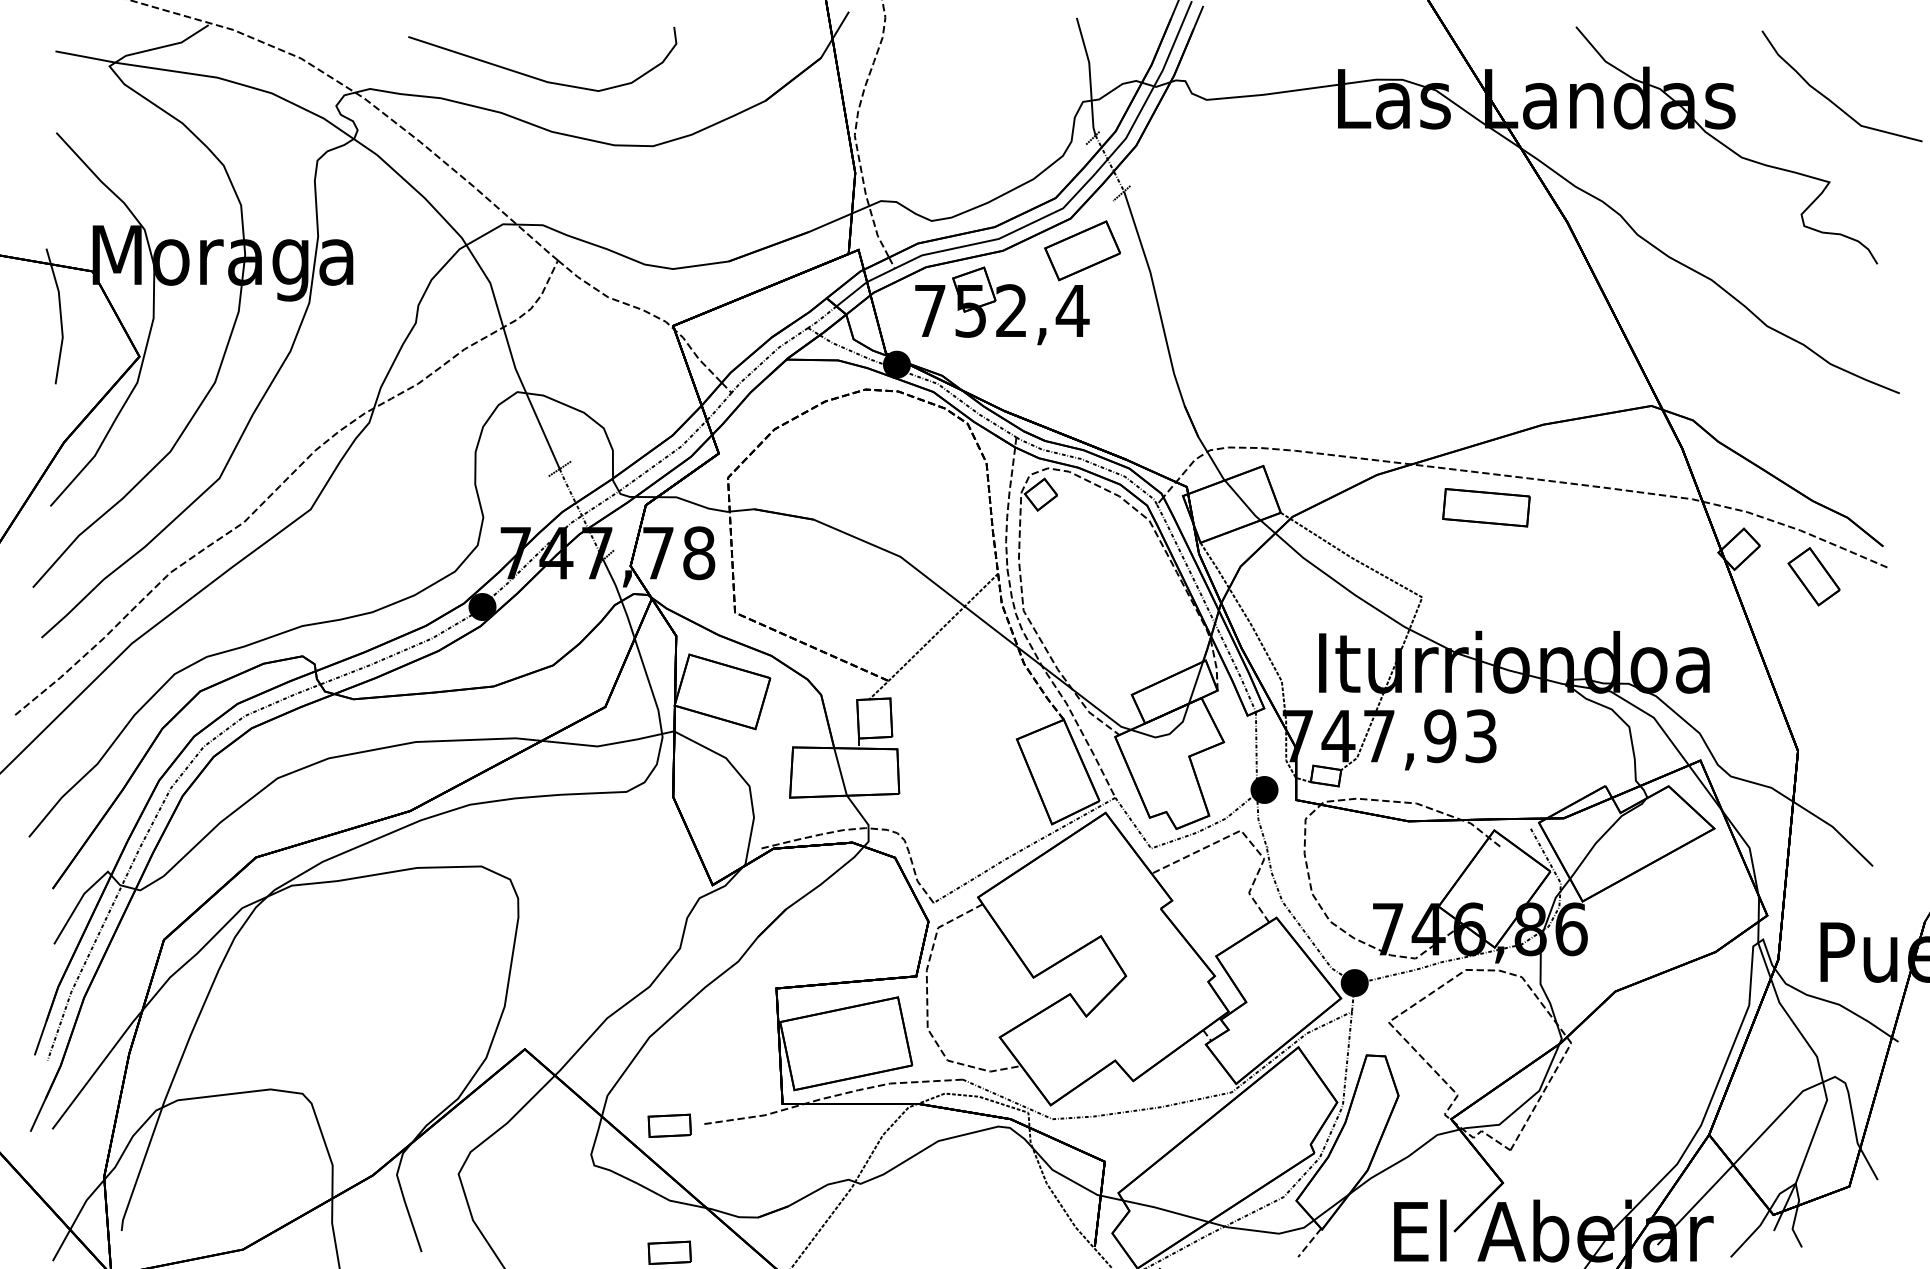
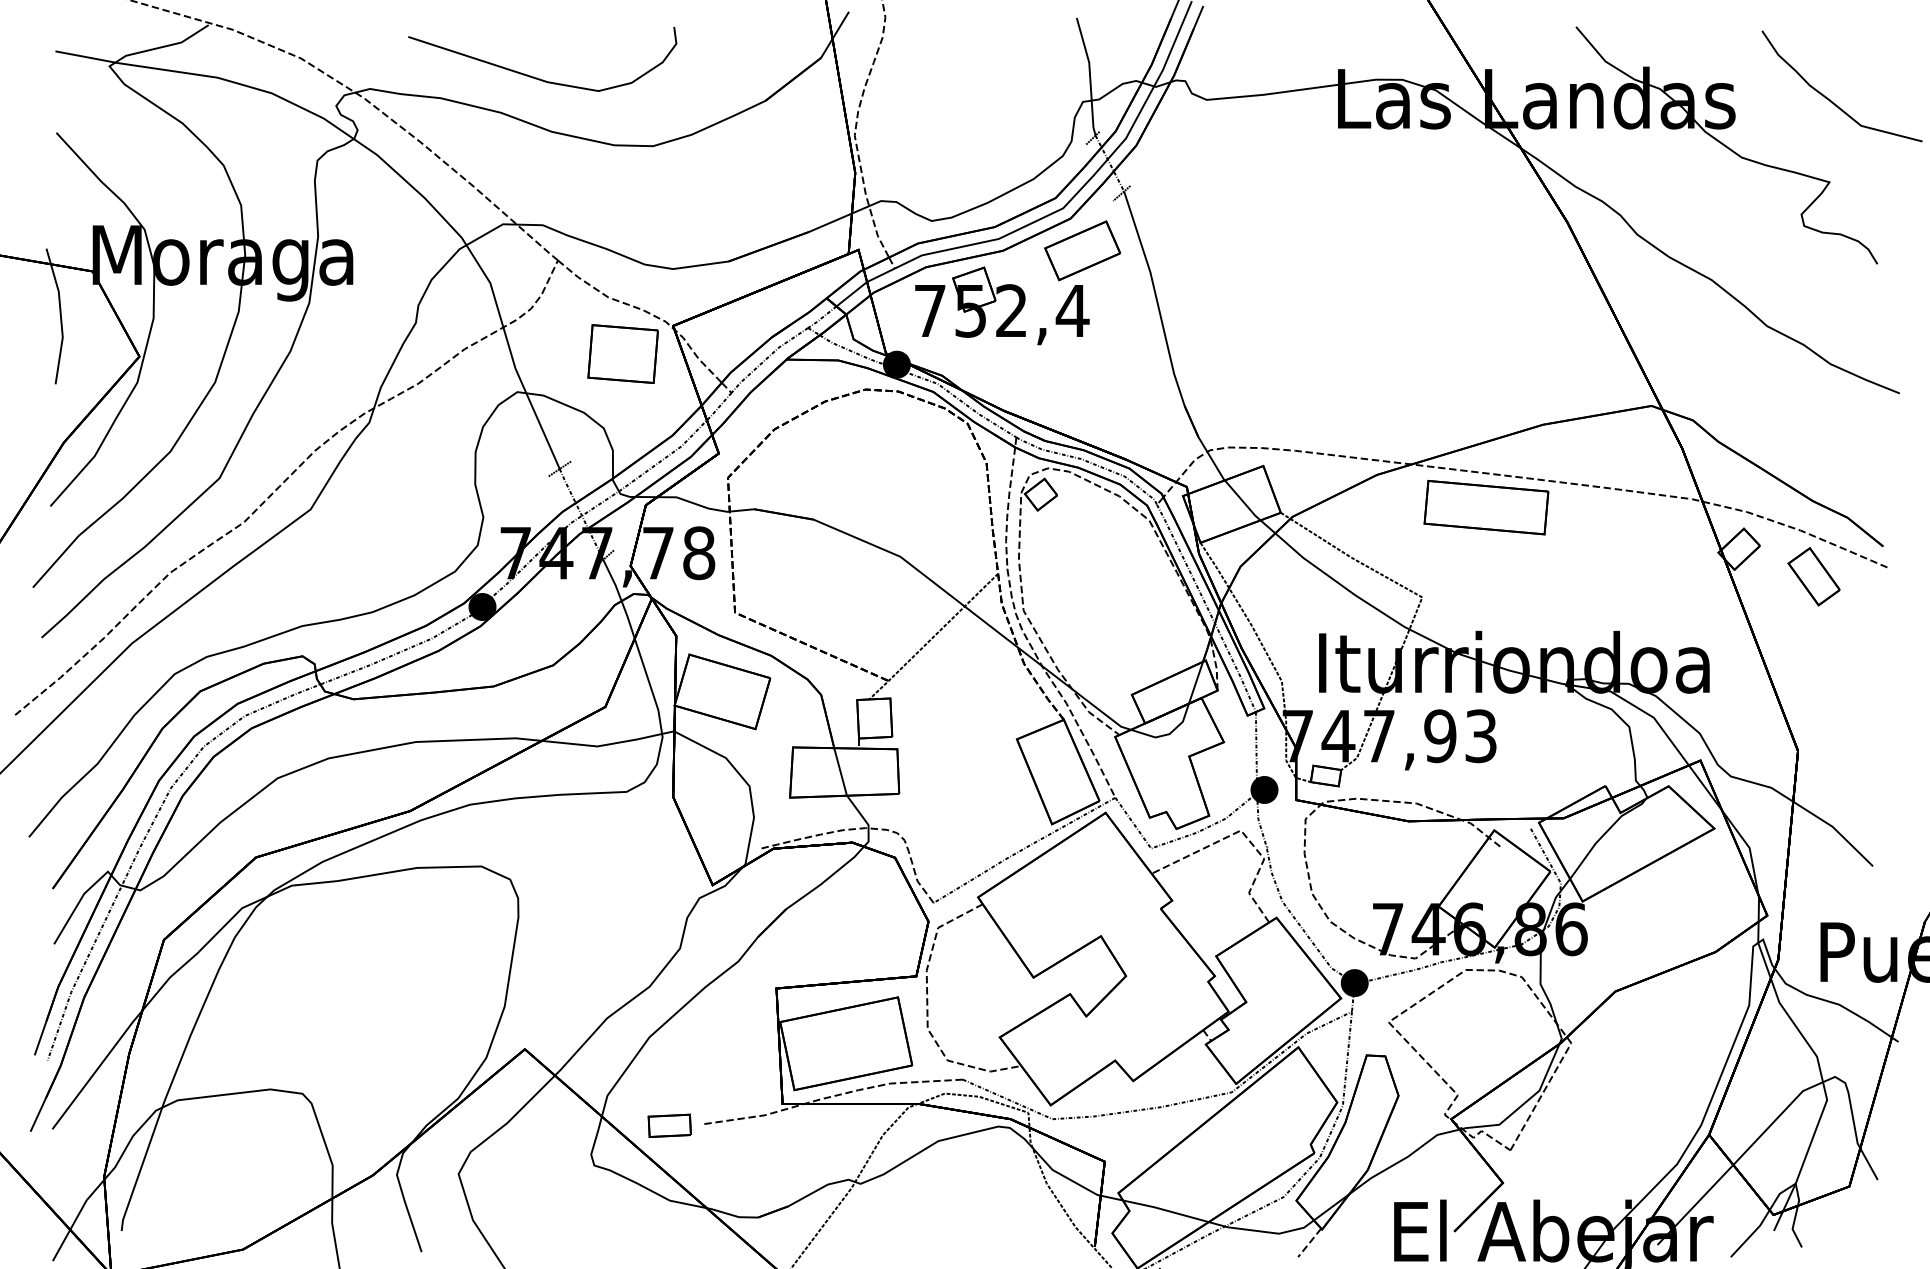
part at (622, 353): none -> present
part at (1486, 507) size: 89x40 px -> 127x56 px
part at (669, 1252): present -> none
